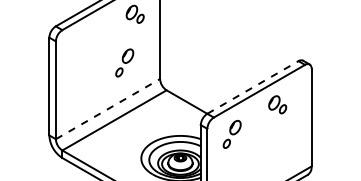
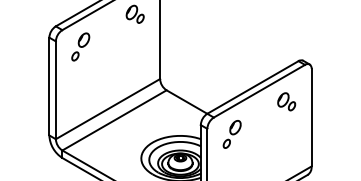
part at (124, 62) position: (124, 62) -> (80, 46)
line at (252, 87): dashed -> solid
part at (277, 104) position: (277, 104) -> (286, 101)
line at (108, 108): dashed -> solid
